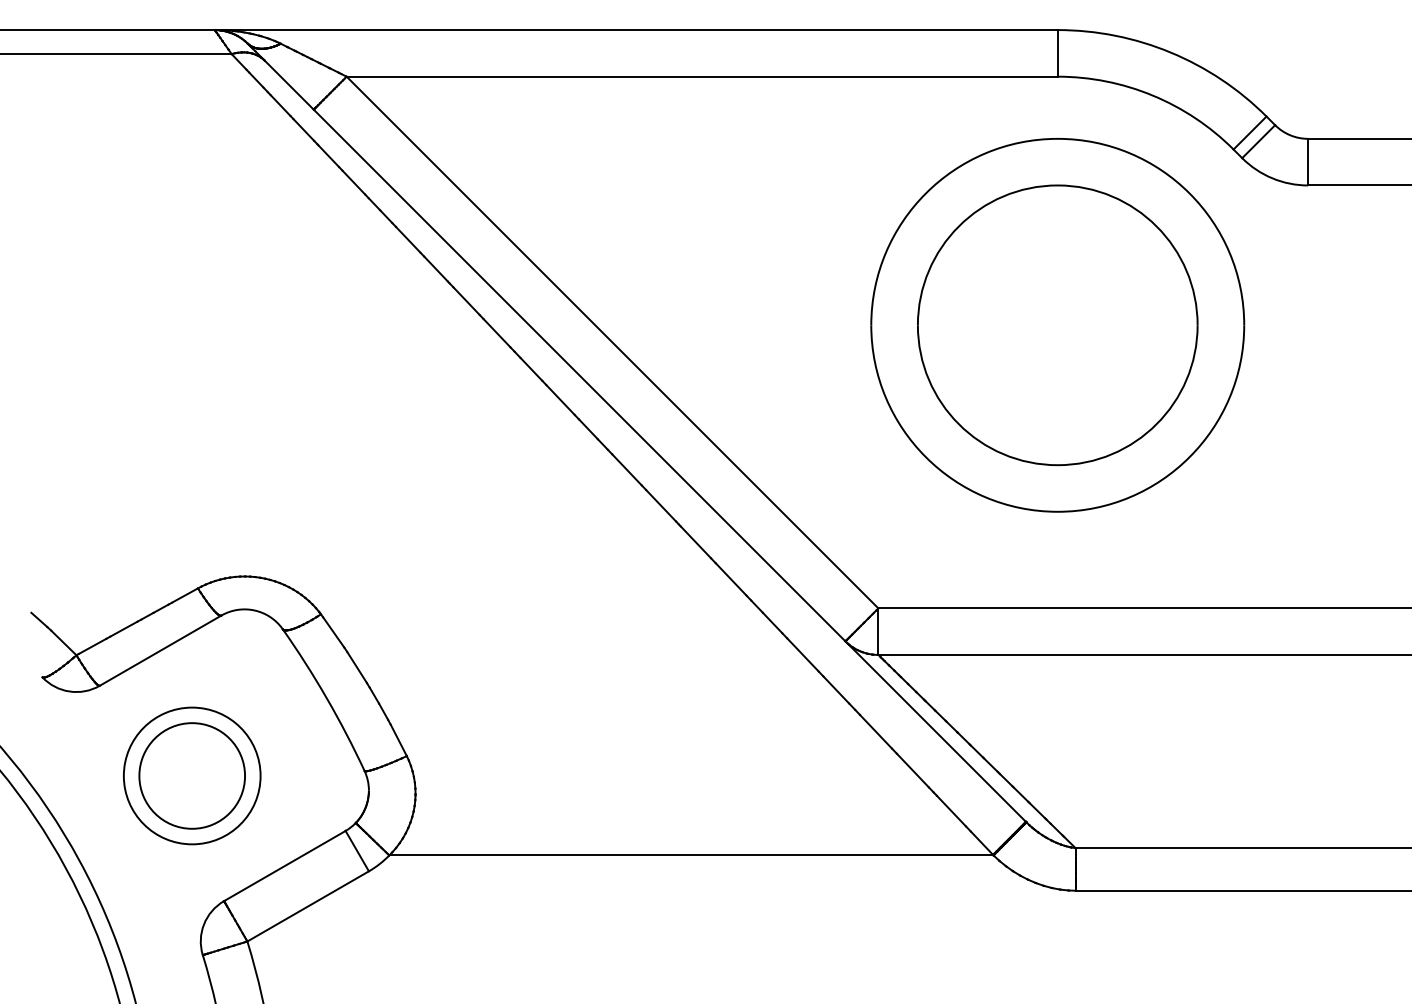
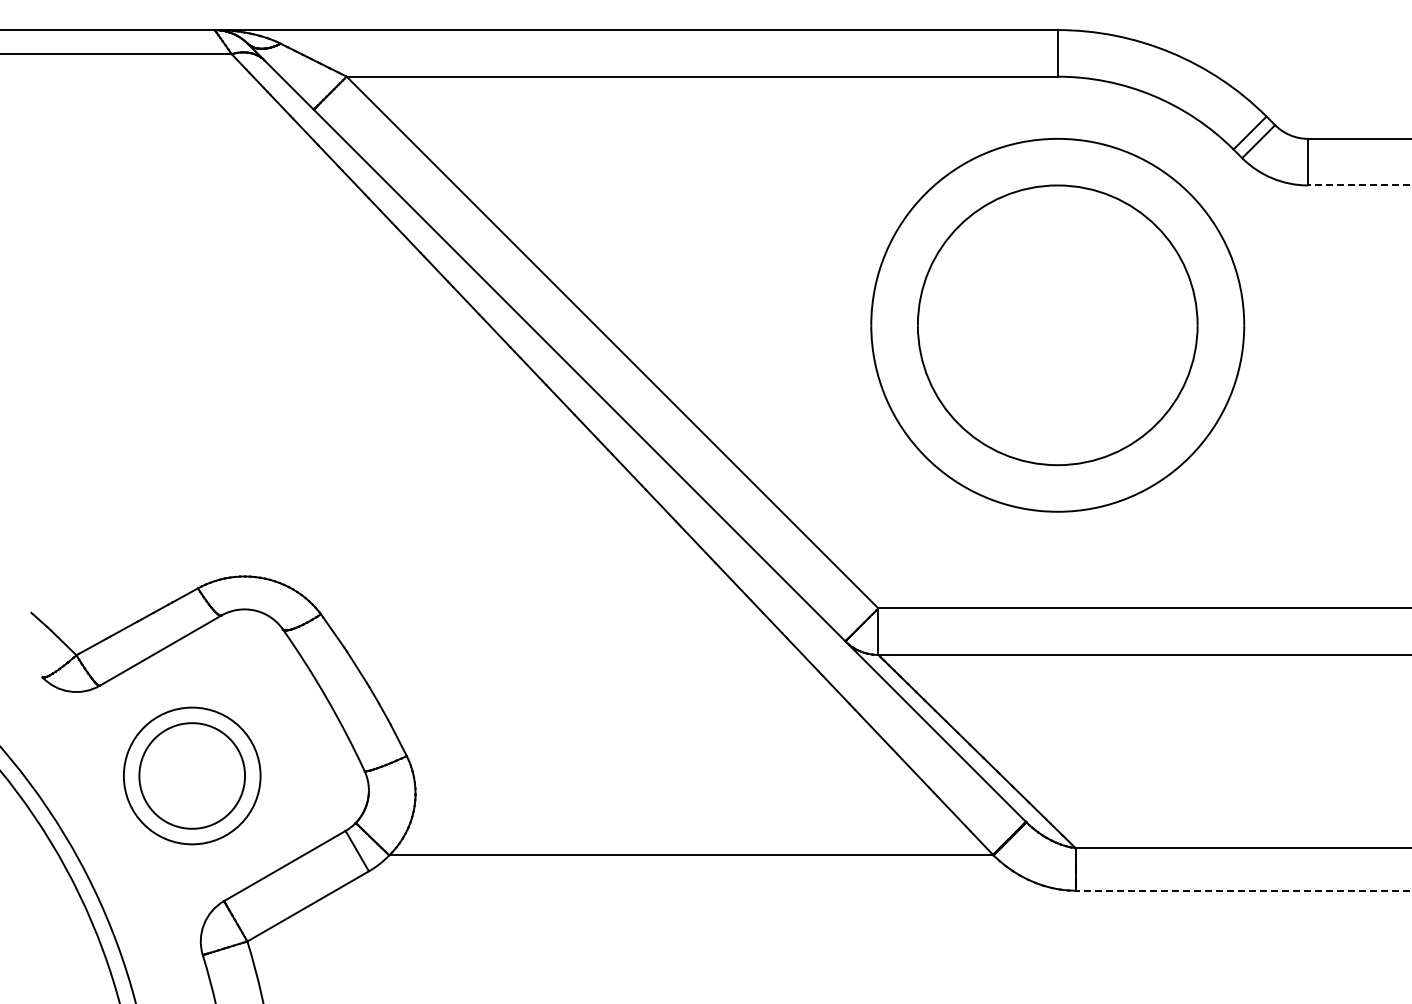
line at (1360, 185): solid -> dashed
line at (1243, 890): solid -> dashed
